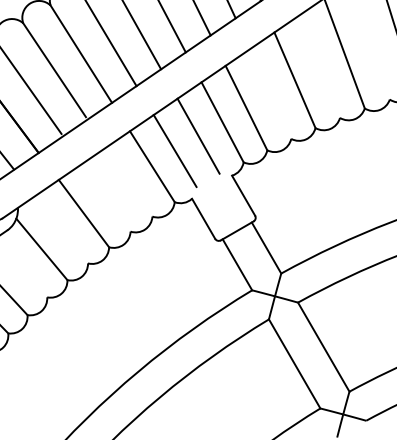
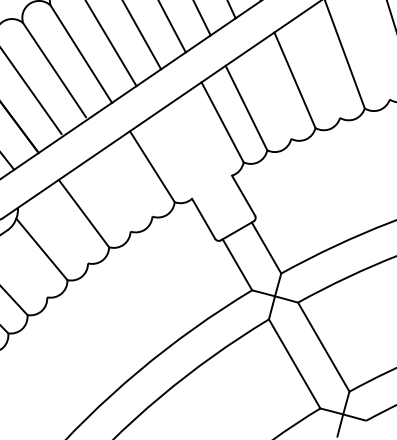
line at (198, 135): present -> none
line at (174, 151): present -> none
